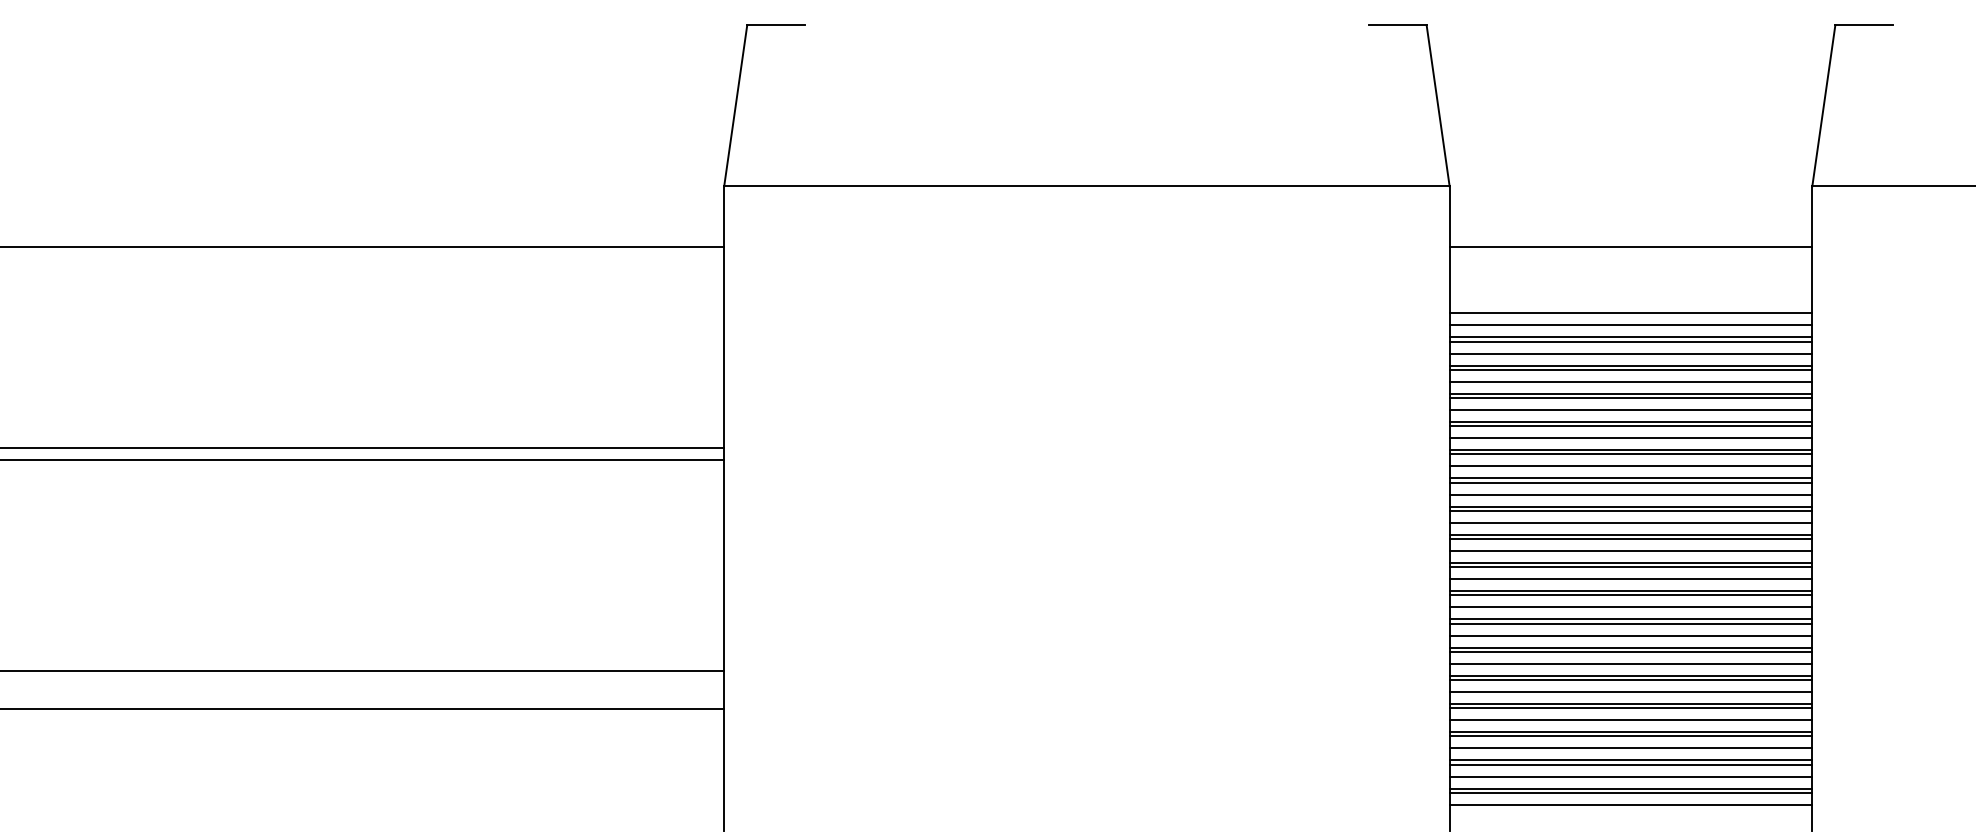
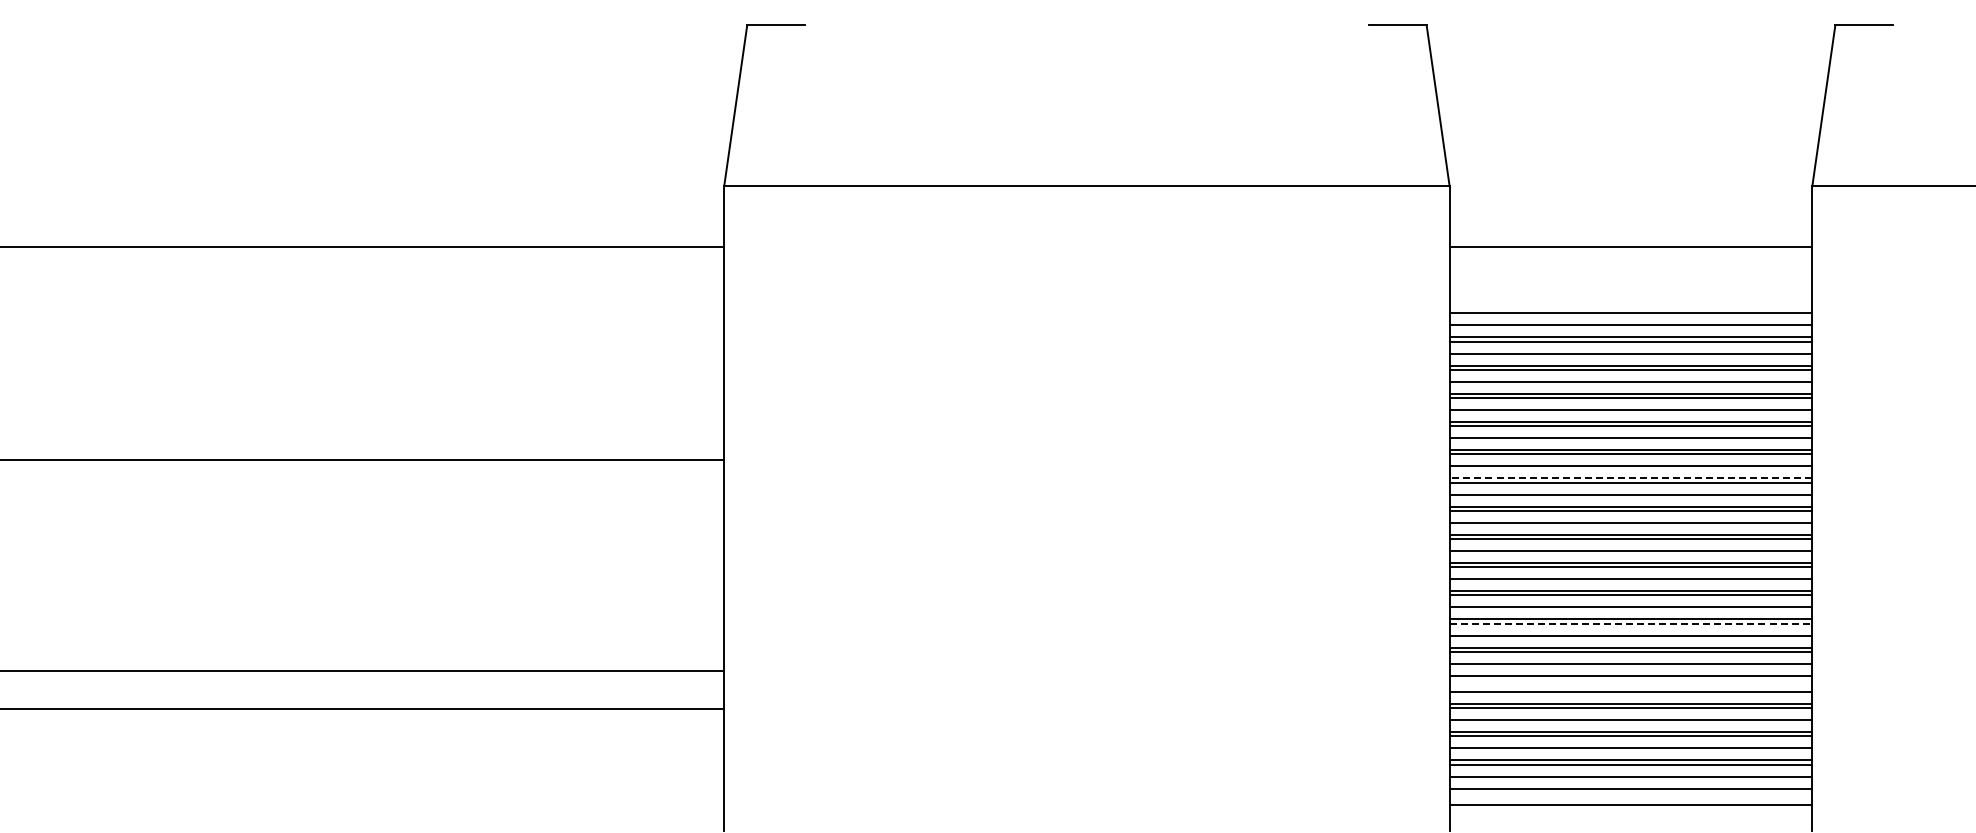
line at (363, 448): present -> none
line at (1630, 478): solid -> dashed
line at (1631, 623): solid -> dashed
line at (1630, 680): present -> none
line at (1630, 792): present -> none
